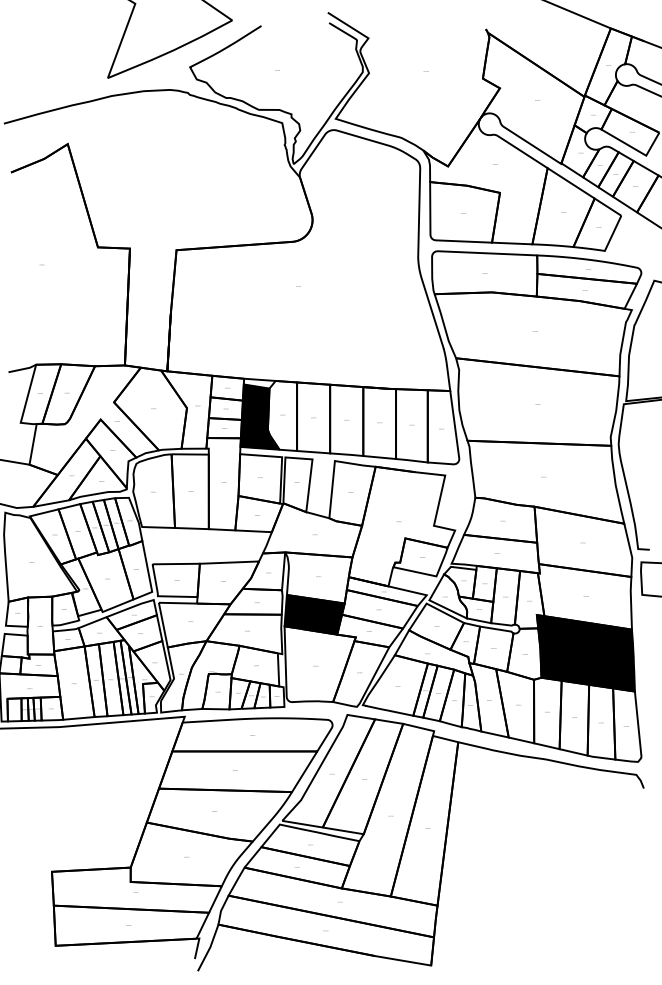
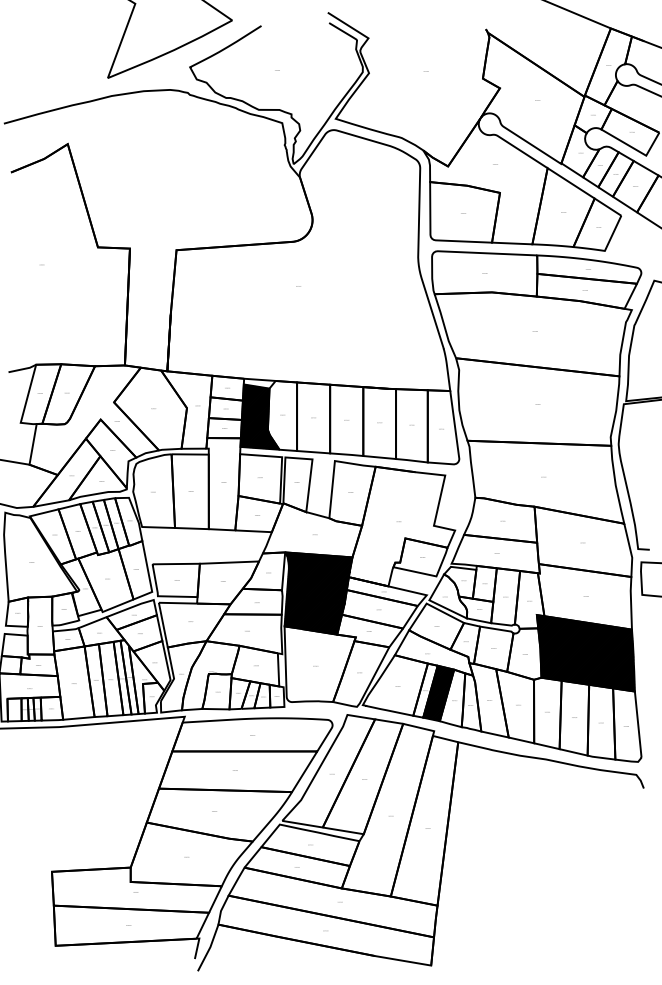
hatch at (318, 577): none -> present
hatch at (438, 692): none -> present
